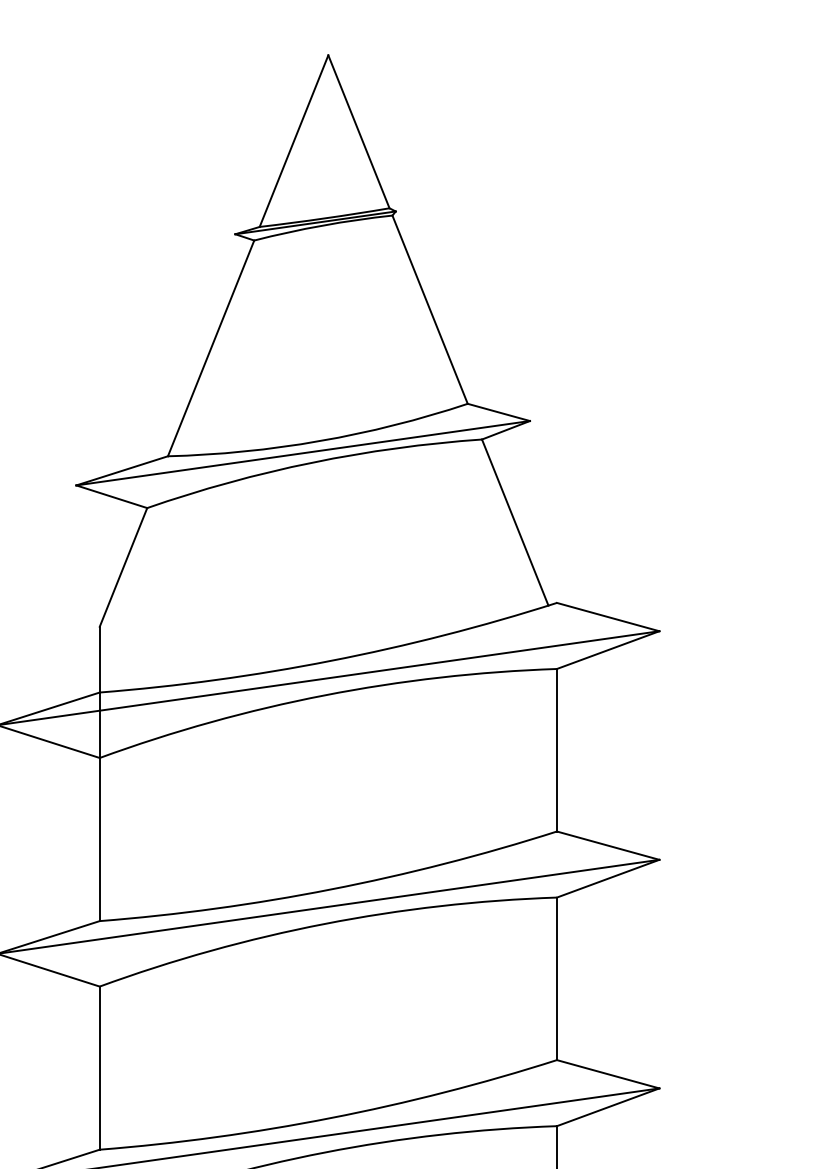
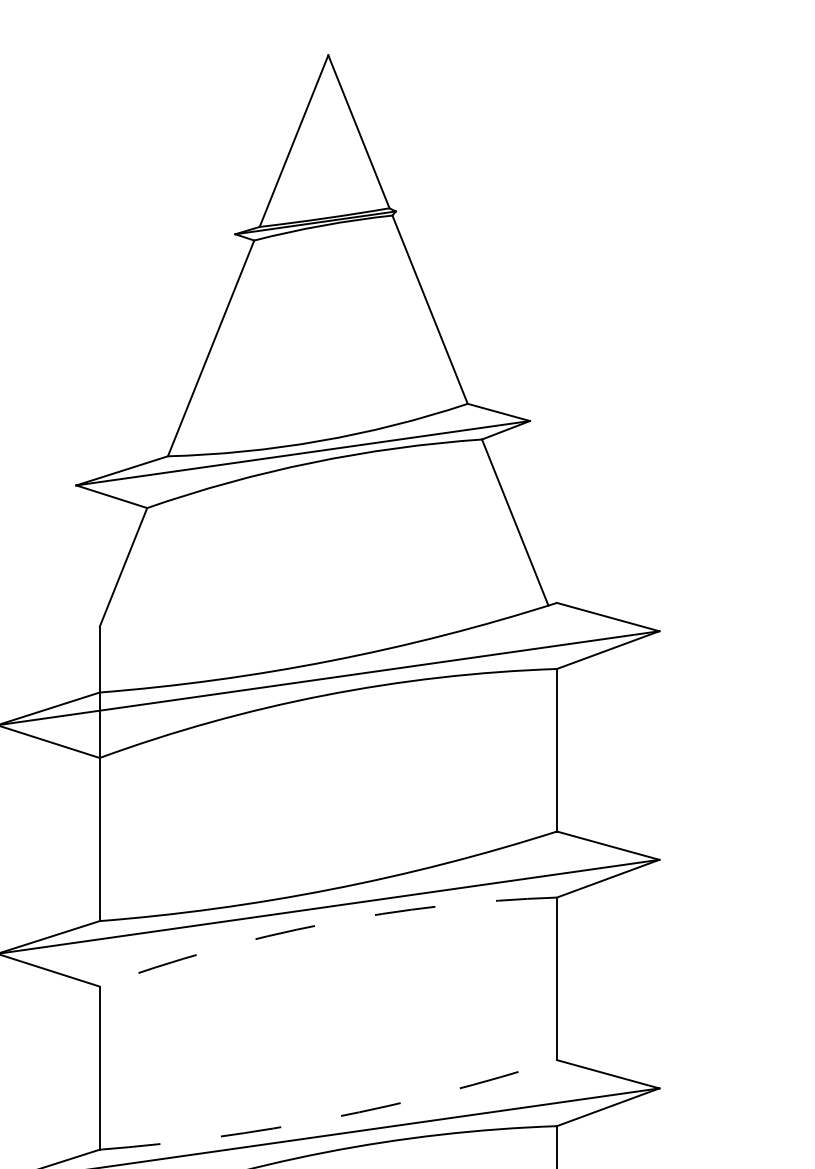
arc at (324, 923): solid -> dashed
arc at (330, 1118): solid -> dashed
